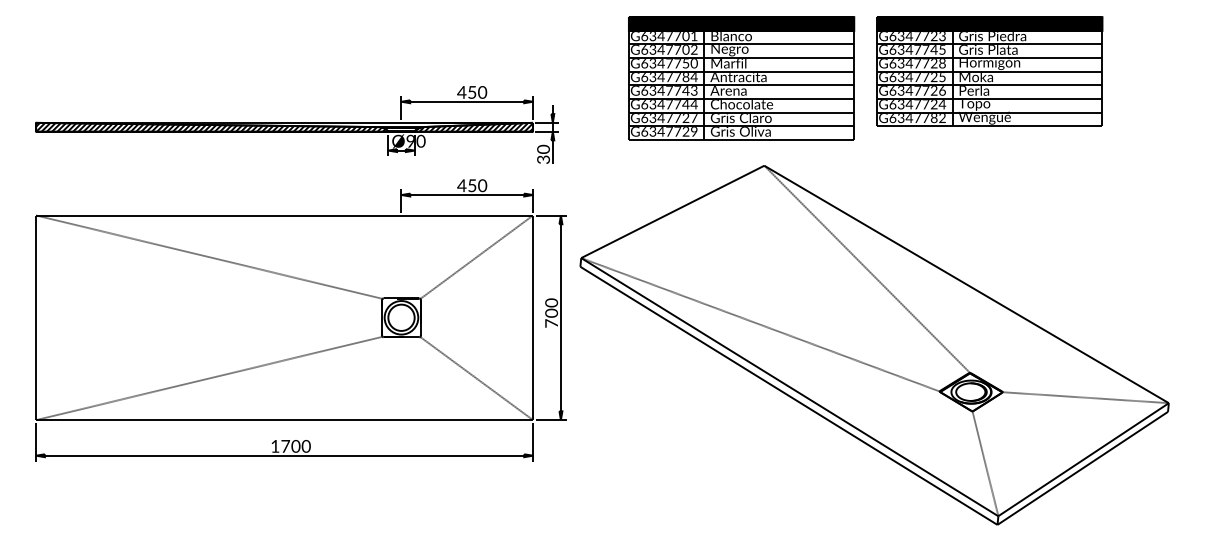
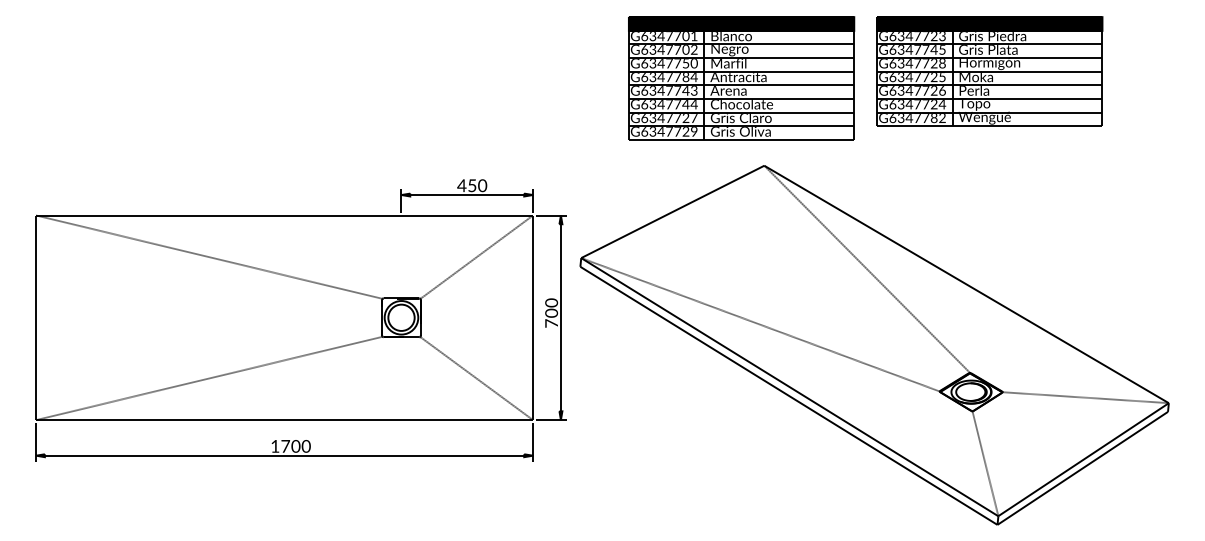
part at (296, 124): present -> none
